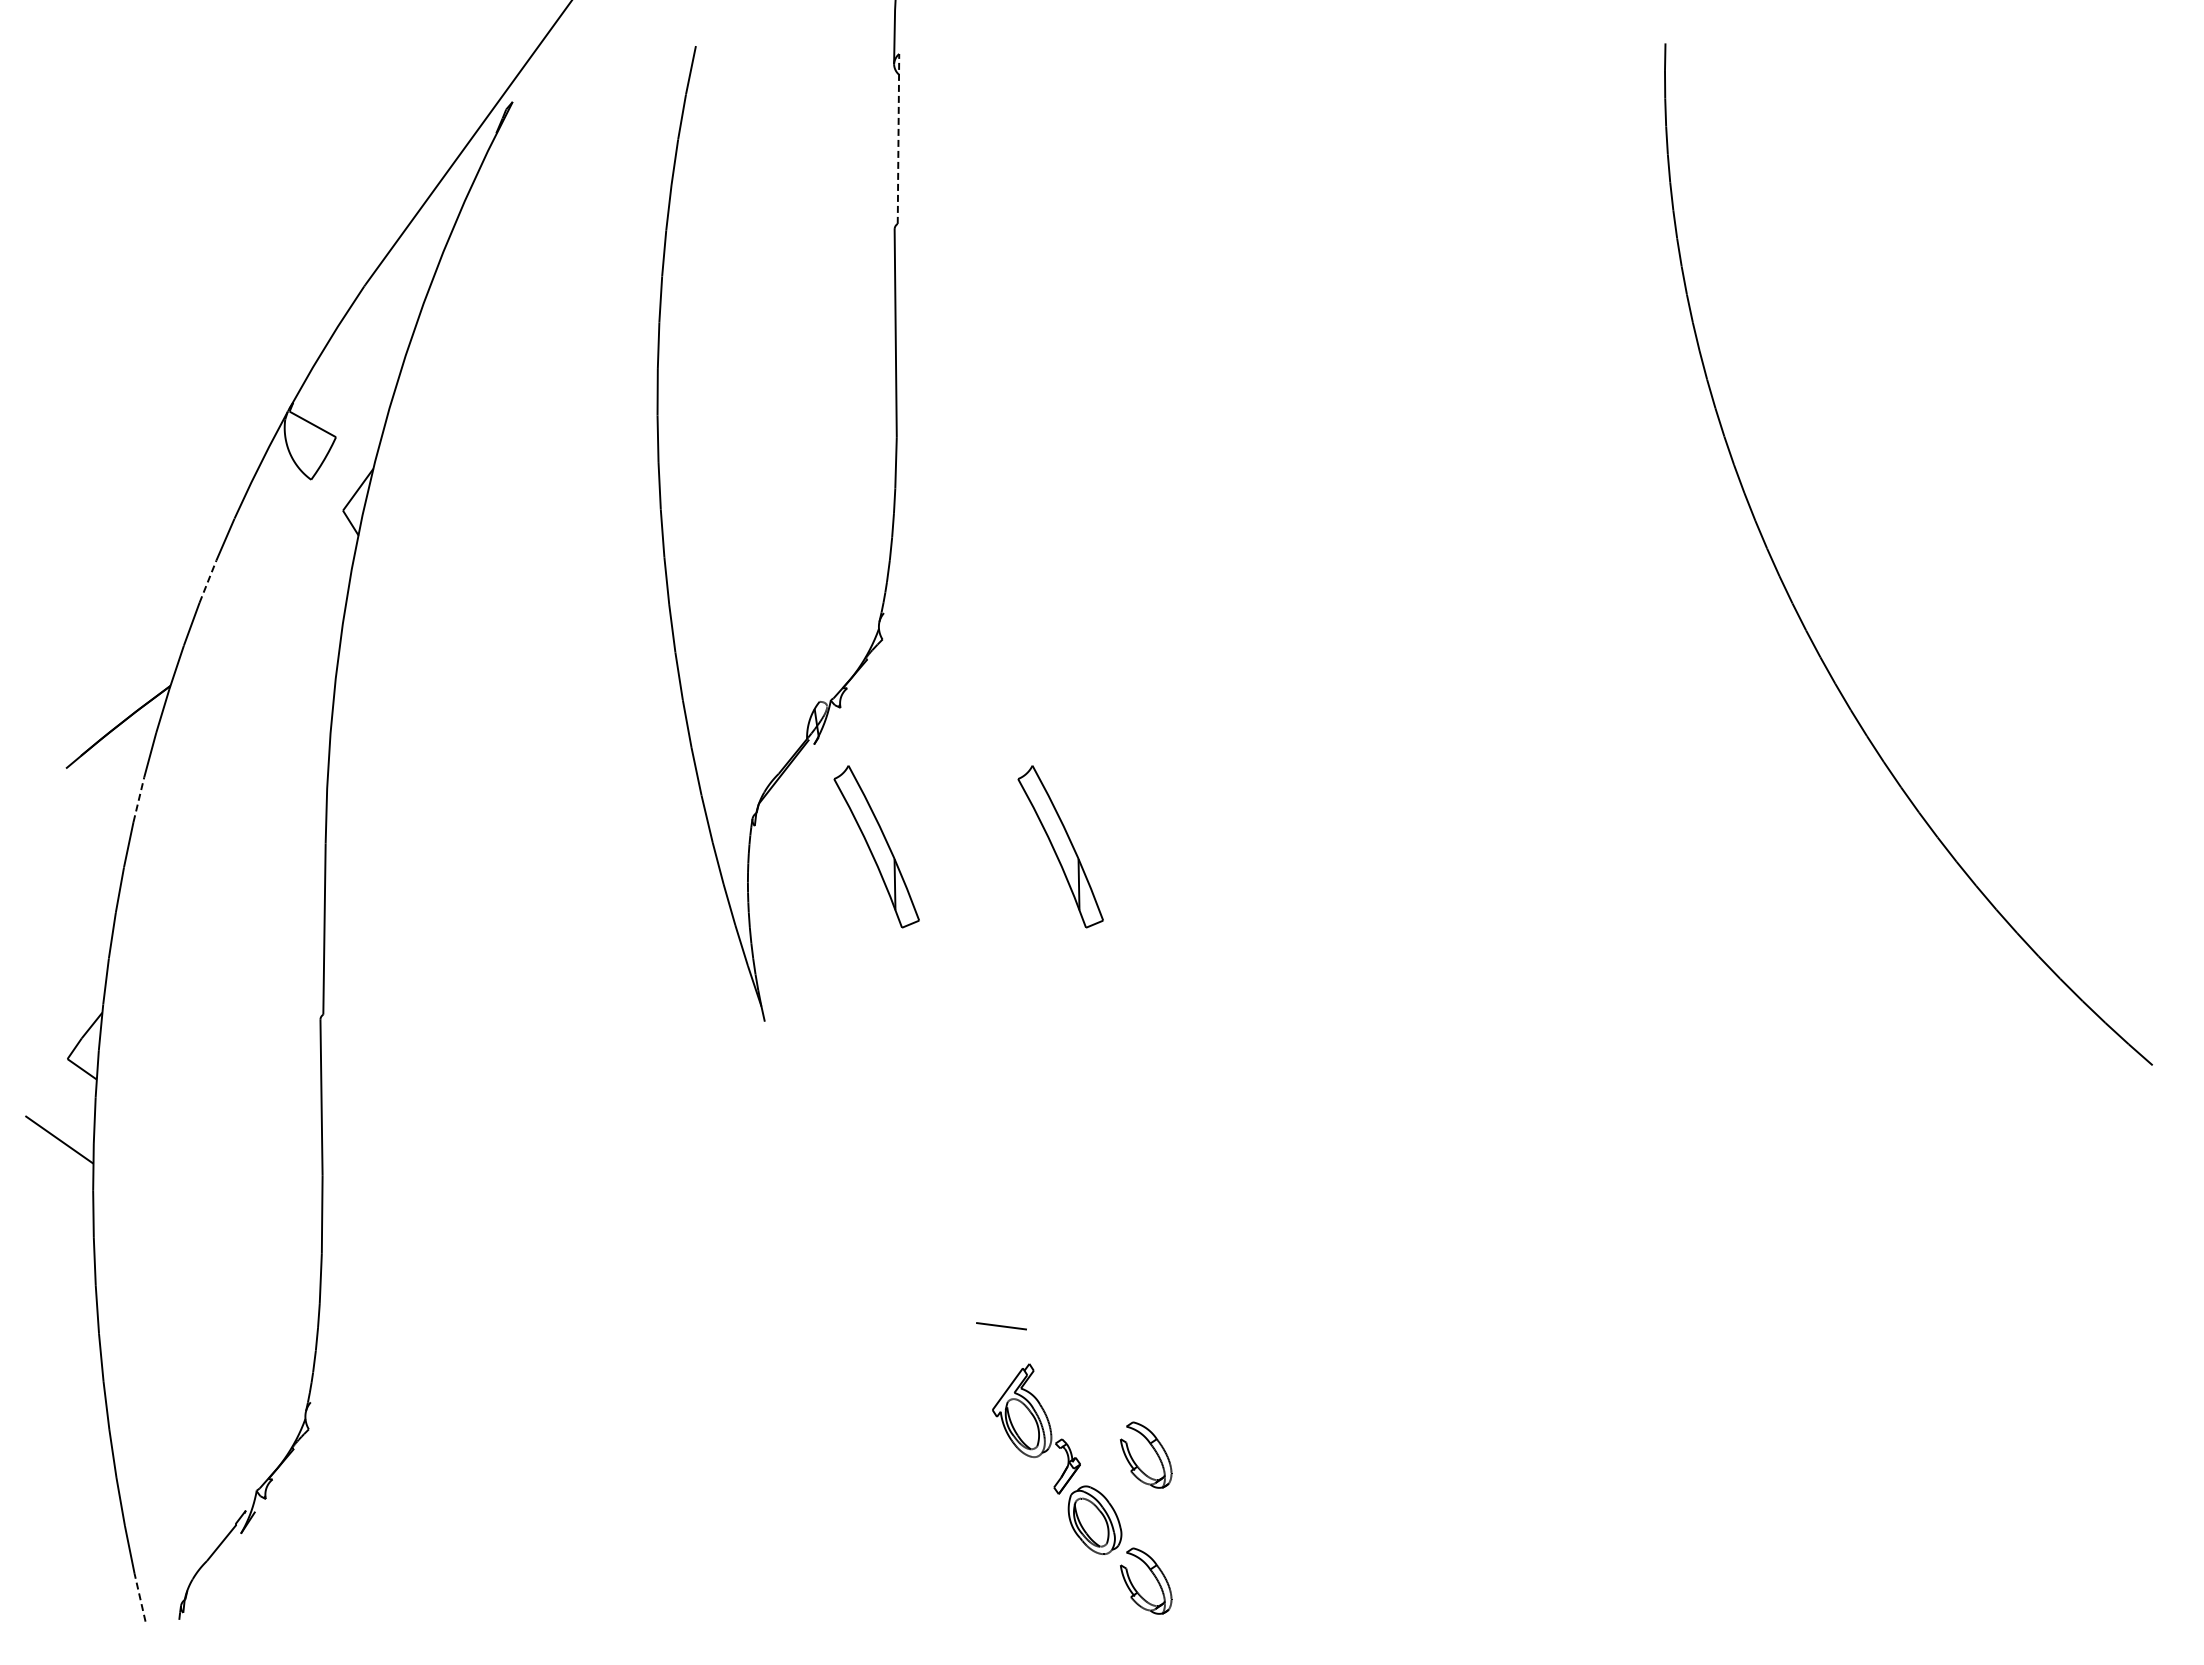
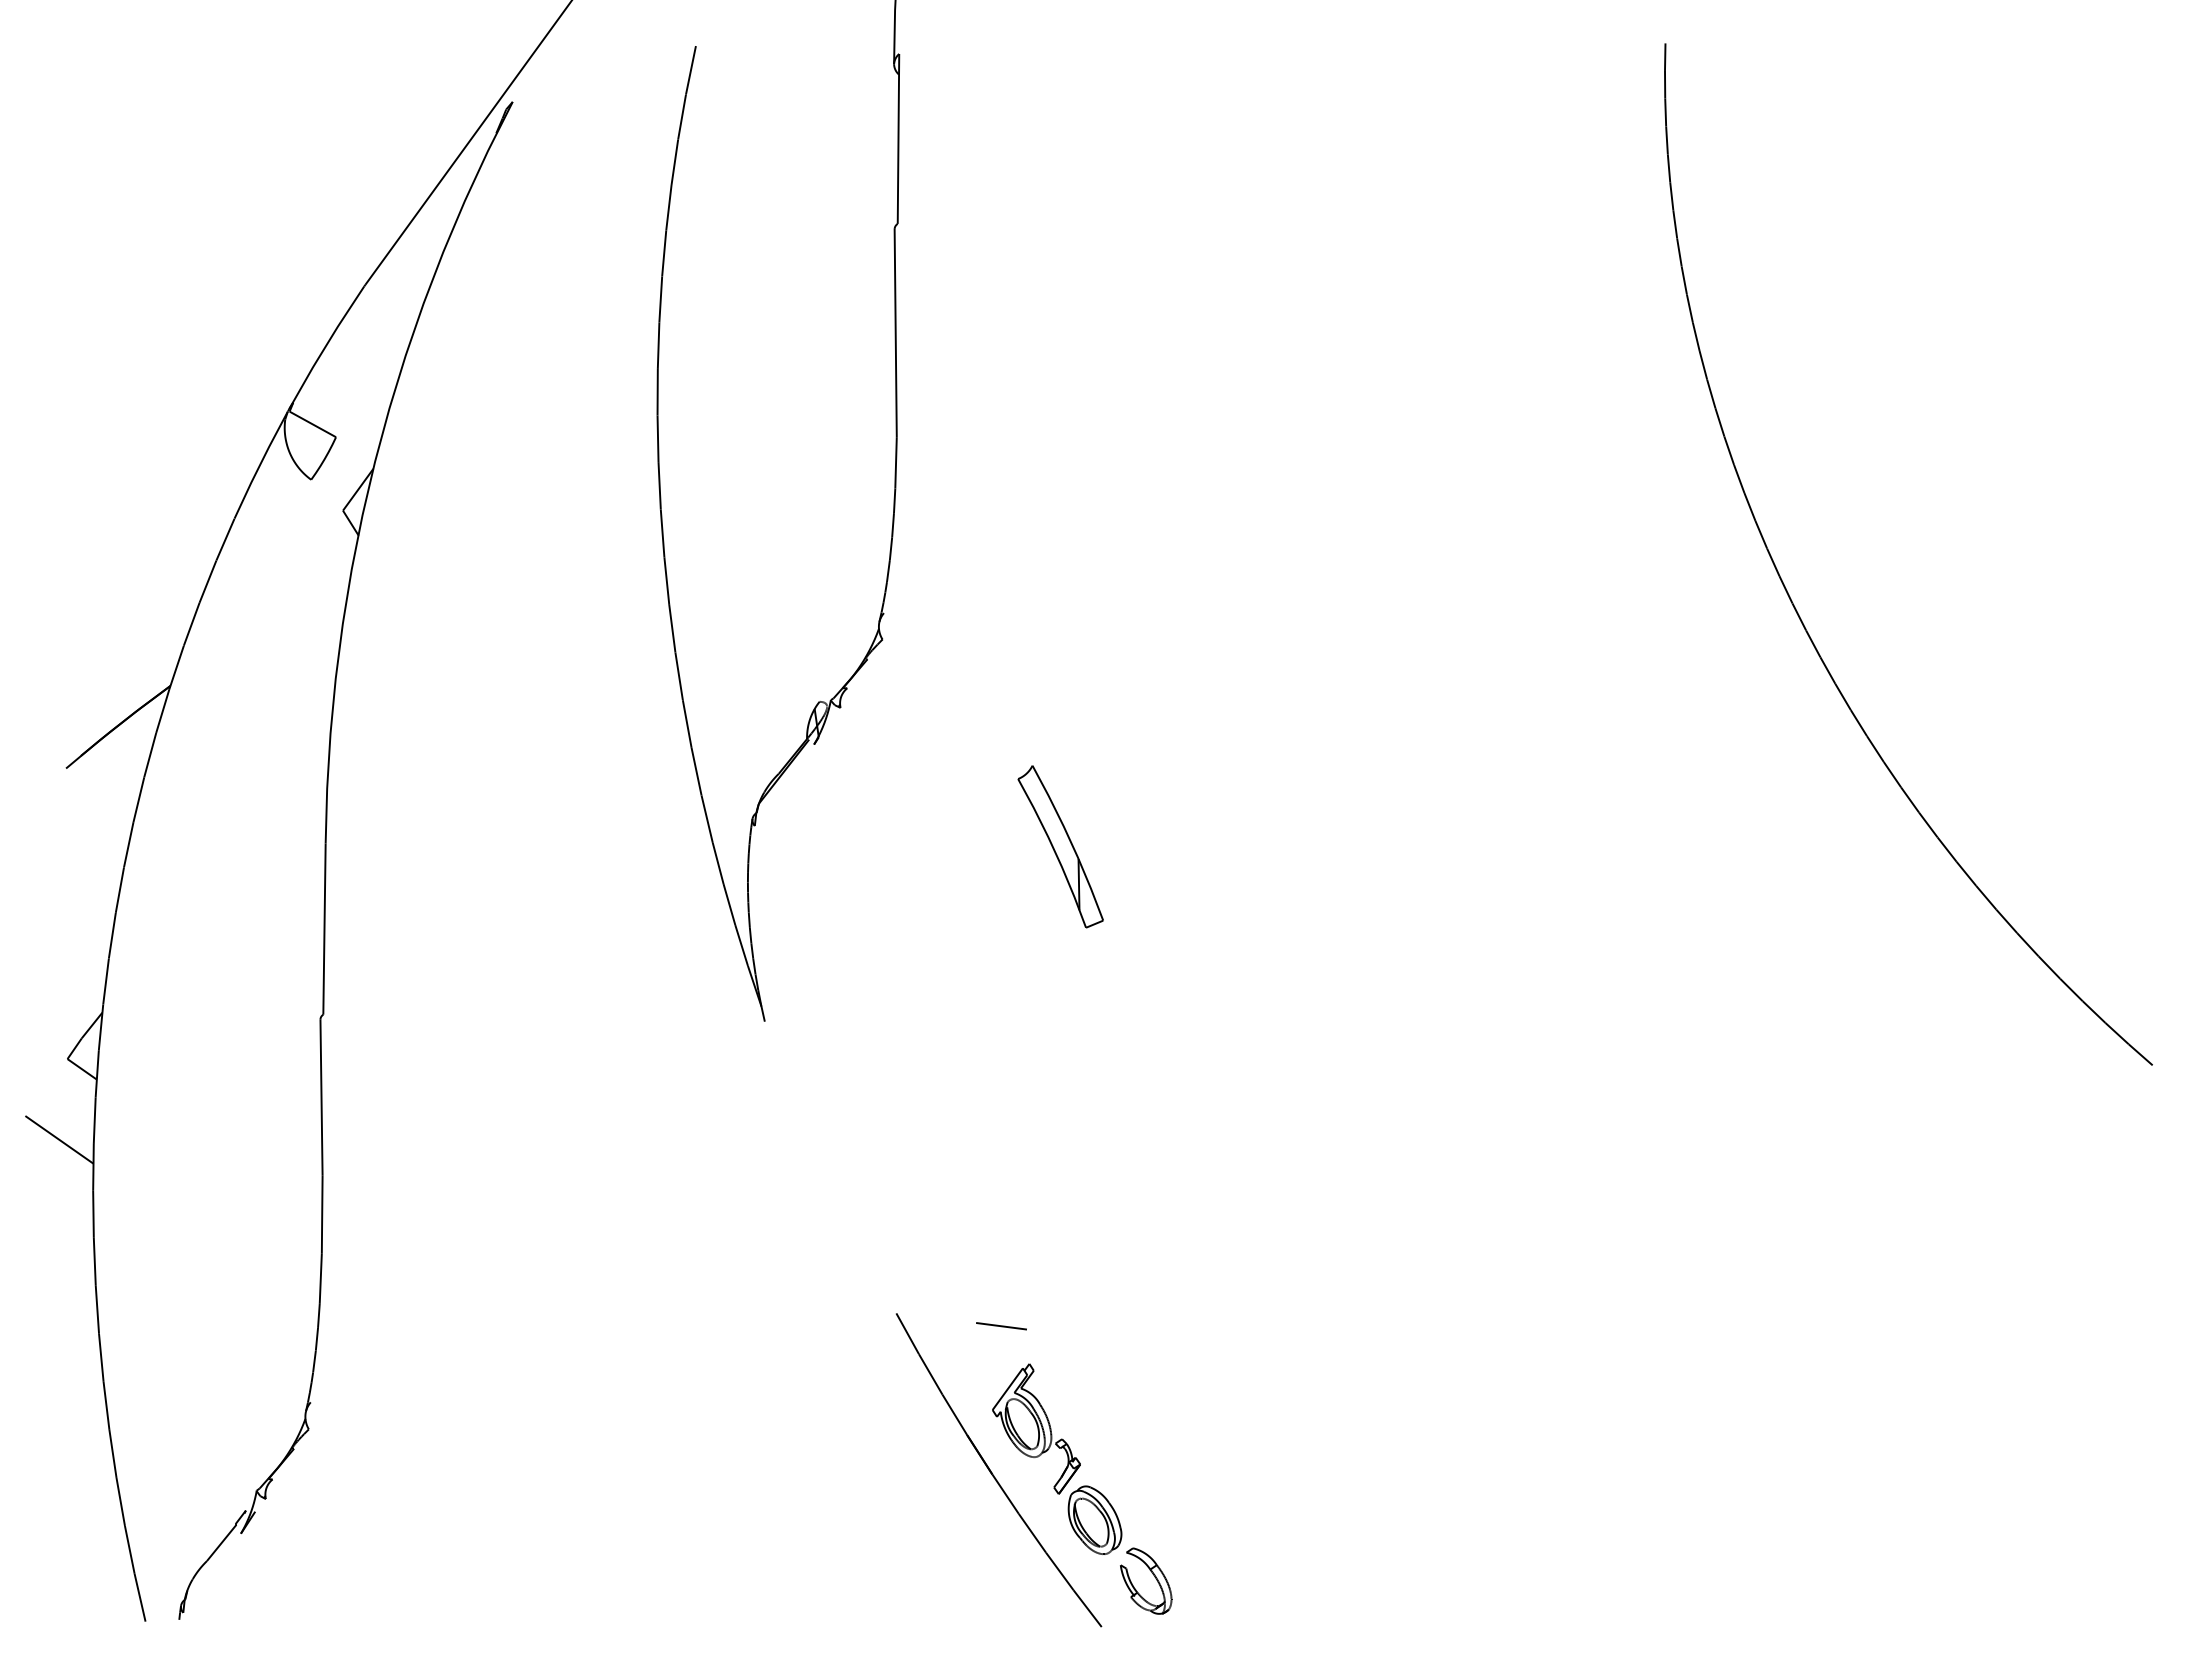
line at (898, 138): dashed -> solid
line at (207, 581): dashed -> solid
line at (139, 799): dashed -> solid
part at (876, 846): present -> none
part at (1152, 1448): present -> none
part at (994, 1475): none -> present
line at (140, 1597): dashed -> solid
